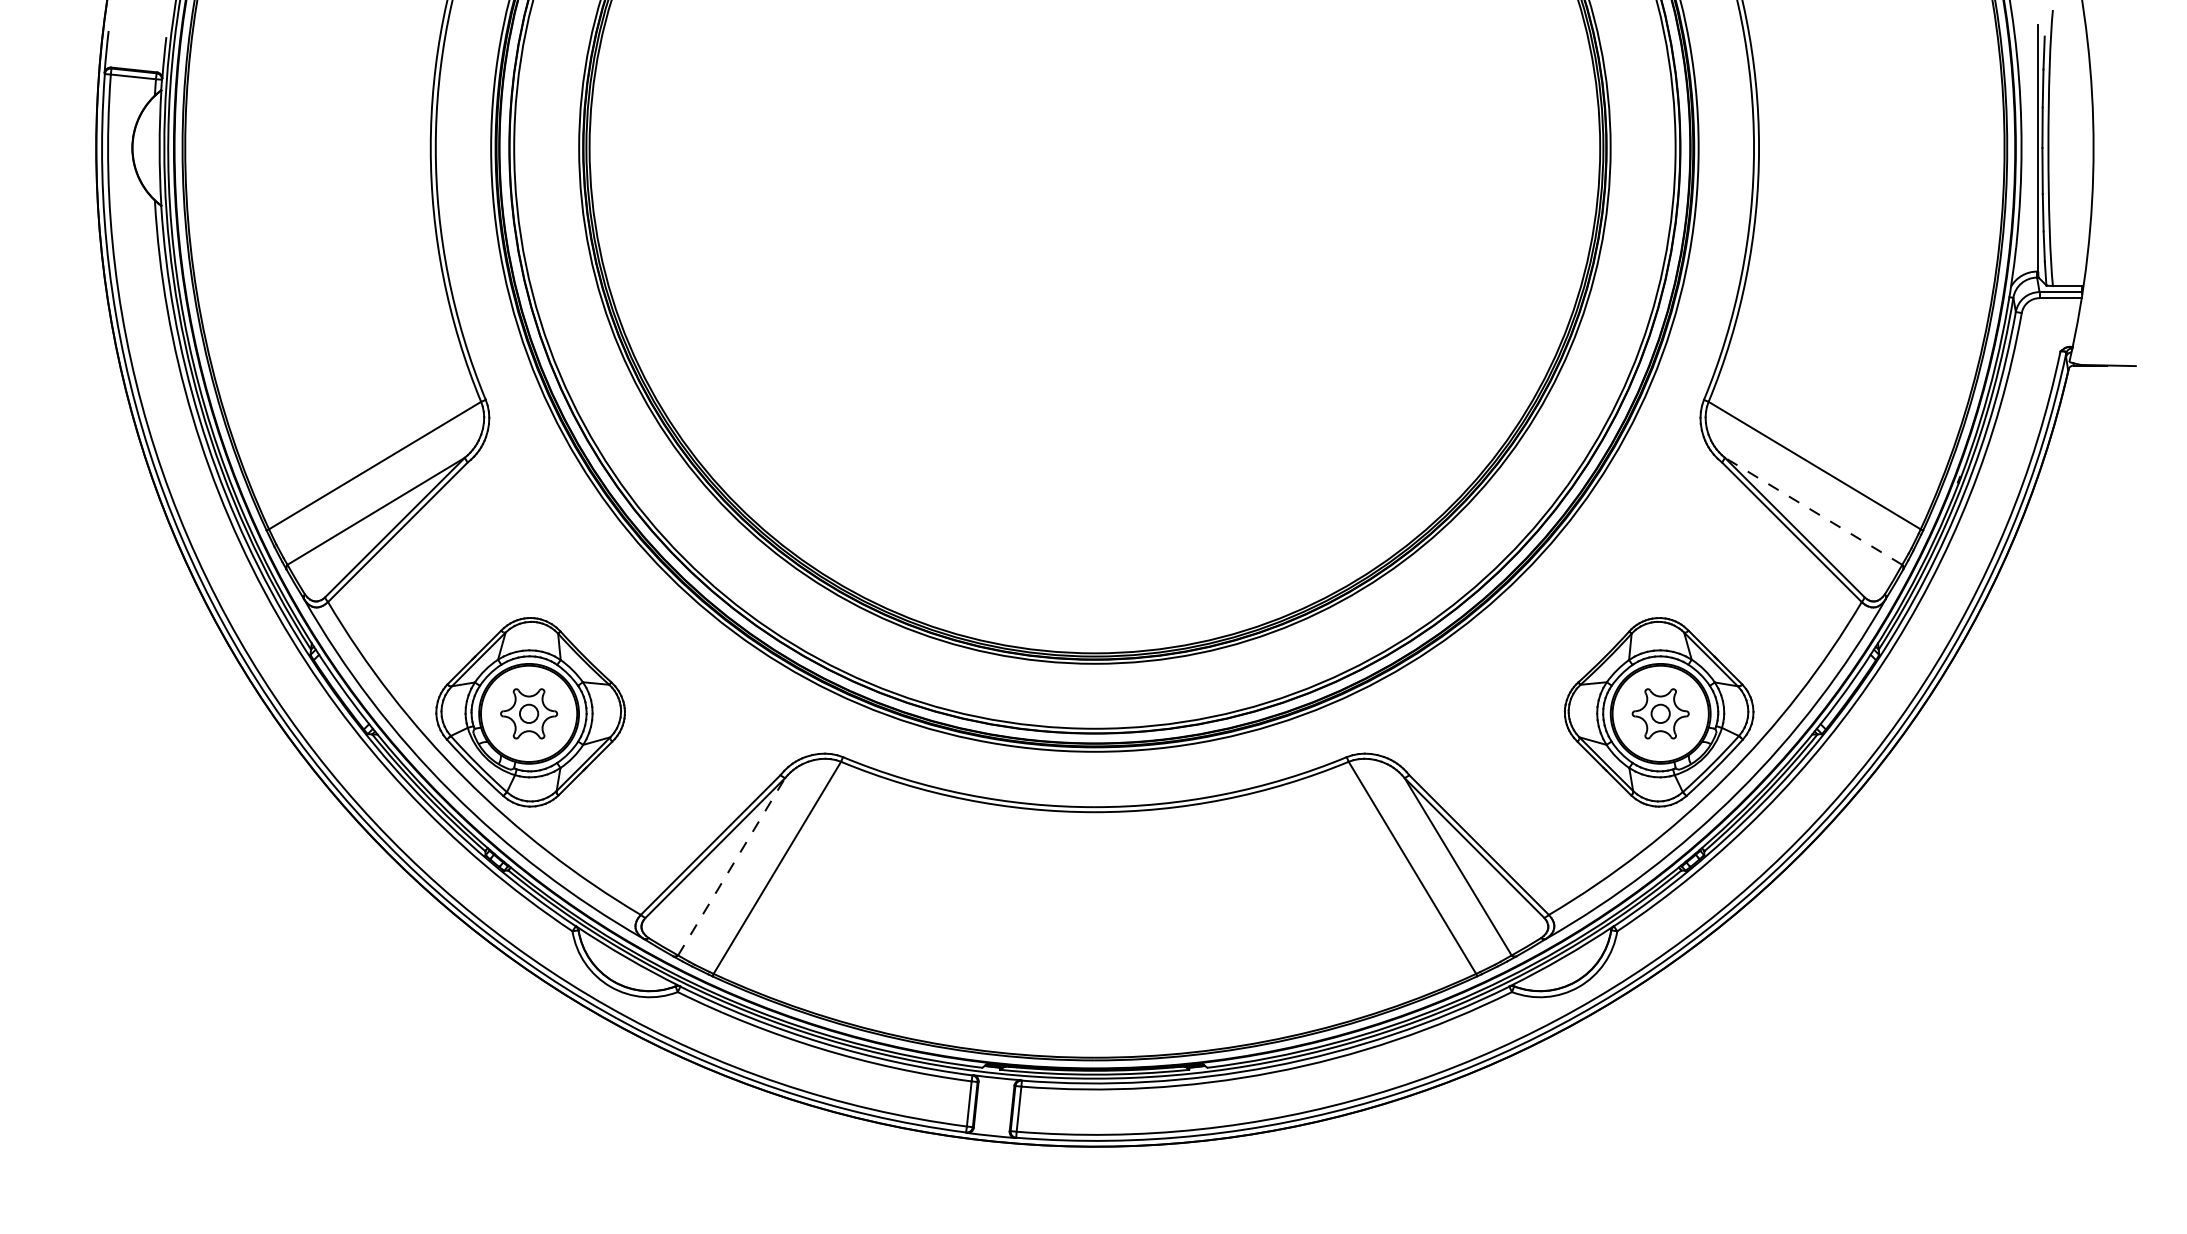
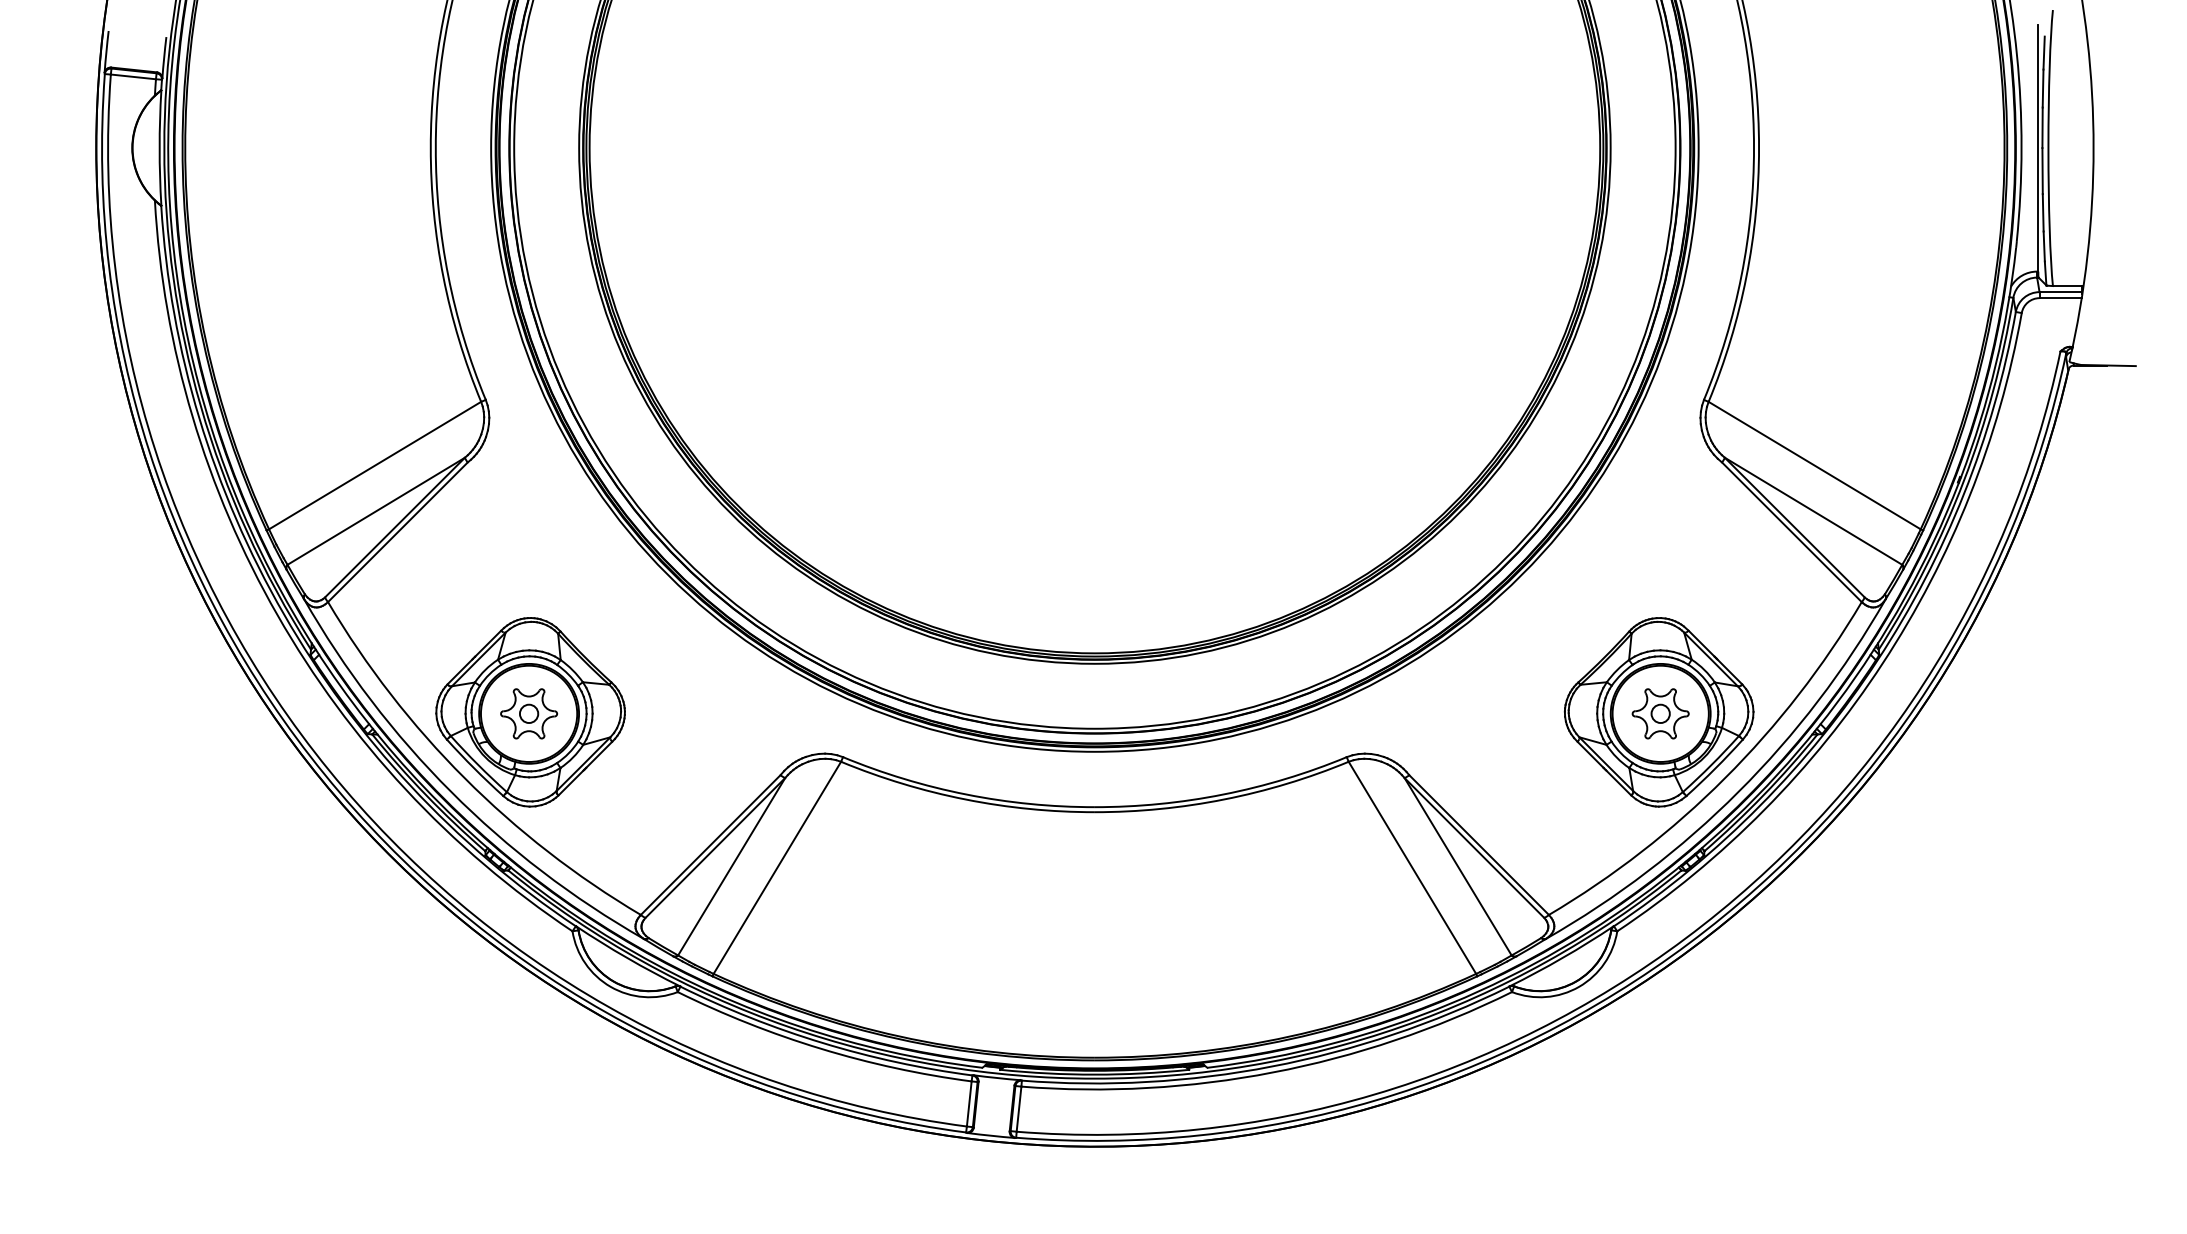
line at (1813, 511): dashed -> solid
line at (731, 866): dashed -> solid
